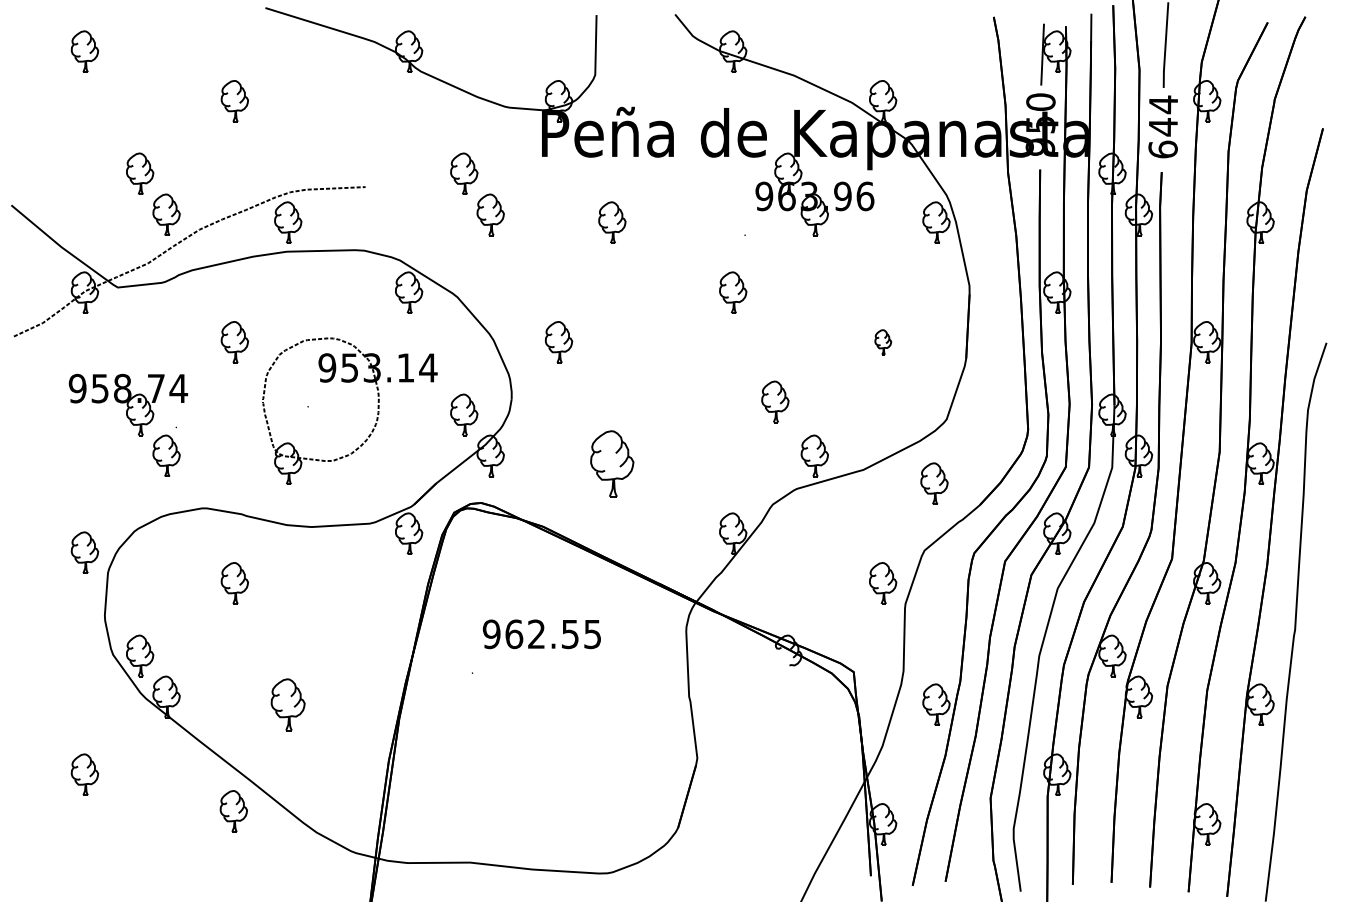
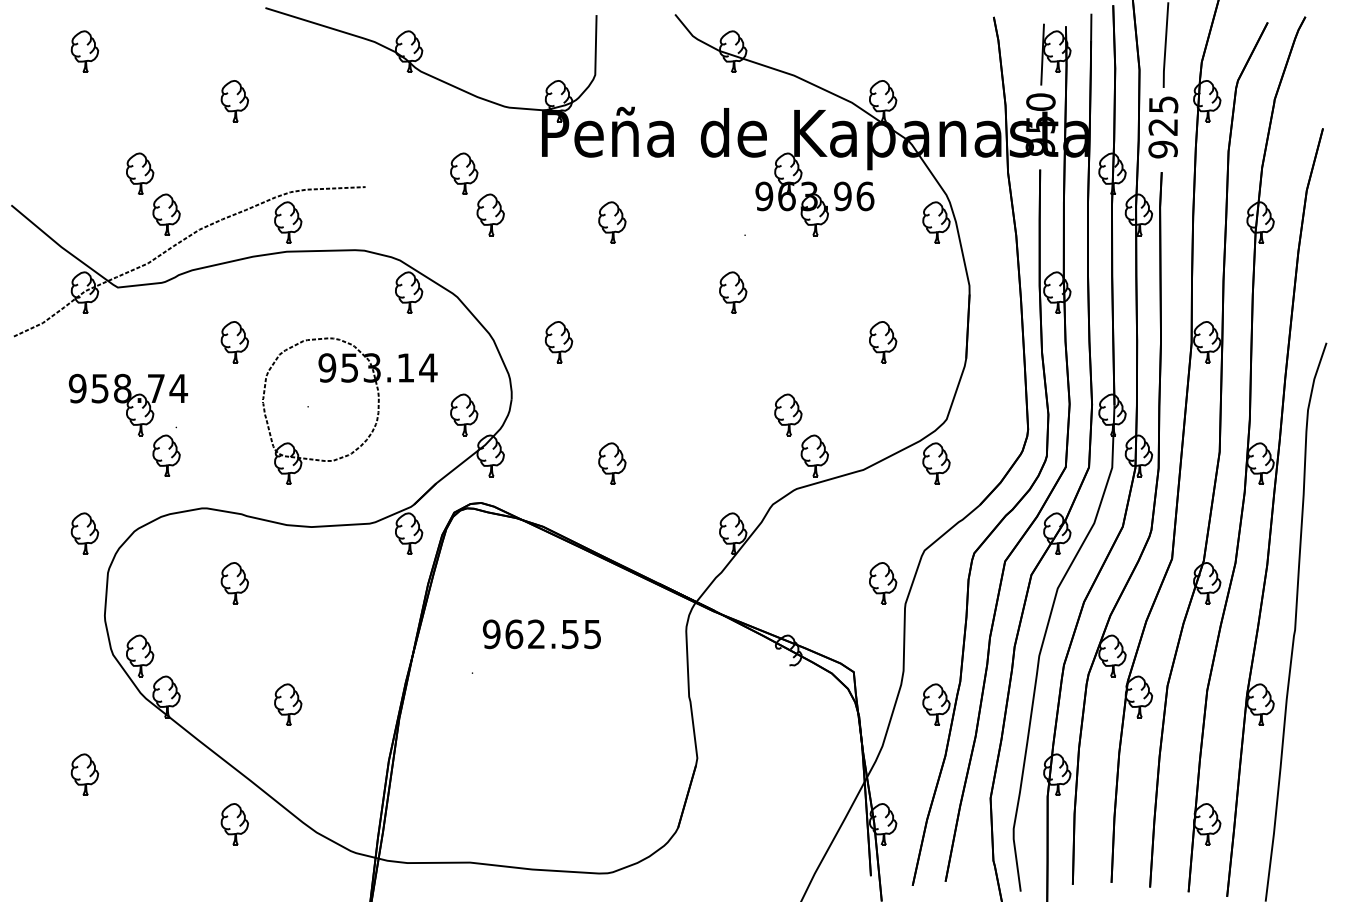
text at (1163, 126): 644 -> 925
part at (883, 342) size: 19x27 px -> 29x43 px
part at (775, 401) position: (775, 401) -> (788, 414)
part at (612, 463) size: 45x68 px -> 29x43 px
part at (934, 483) position: (934, 483) -> (936, 463)
part at (84, 552) position: (84, 552) -> (84, 533)
part at (287, 704) size: 36x54 px -> 29x43 px
part at (233, 811) position: (233, 811) -> (234, 824)
